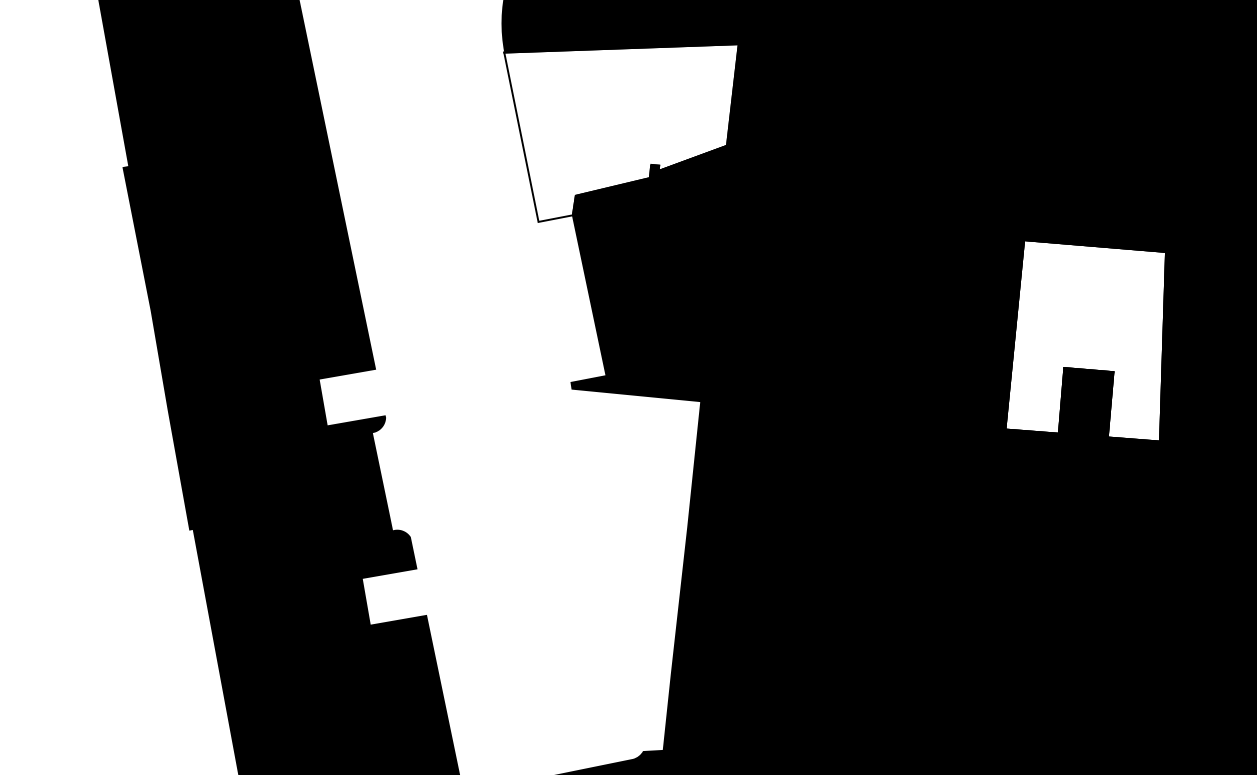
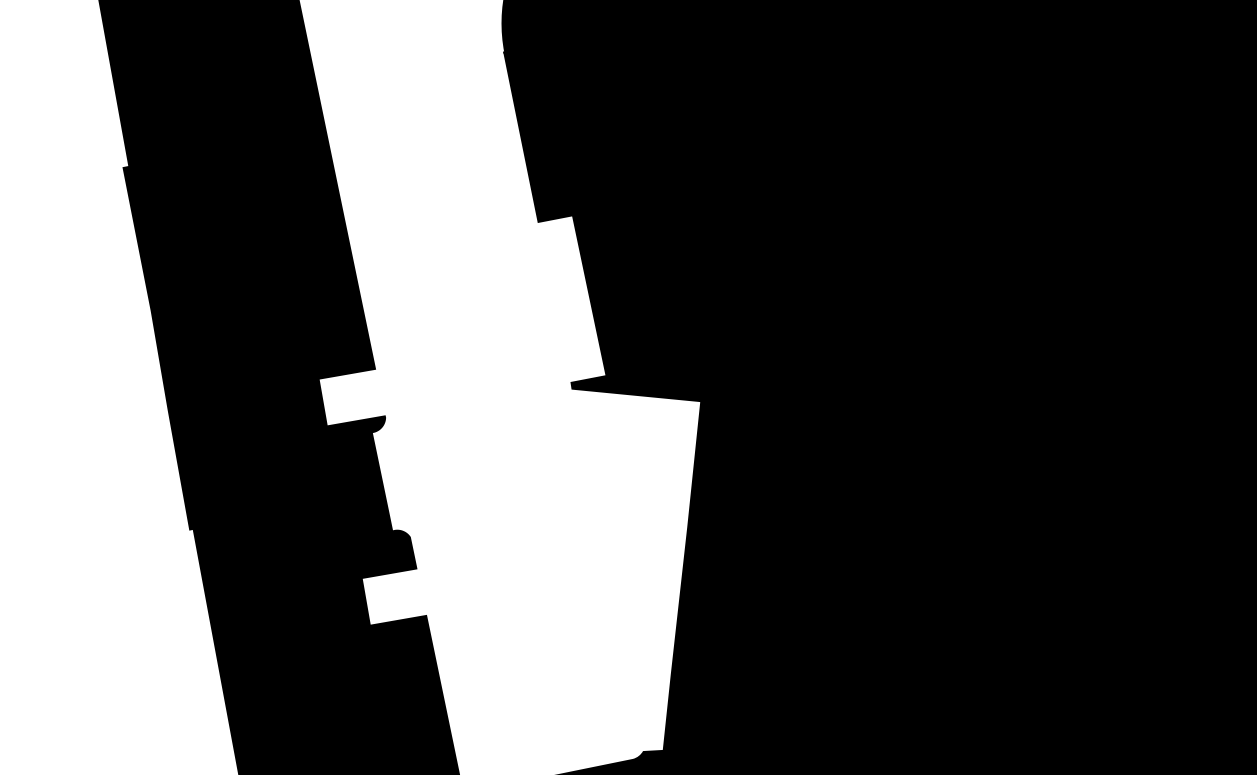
fill at (621, 132): none -> present
fill at (1085, 340): none -> present
